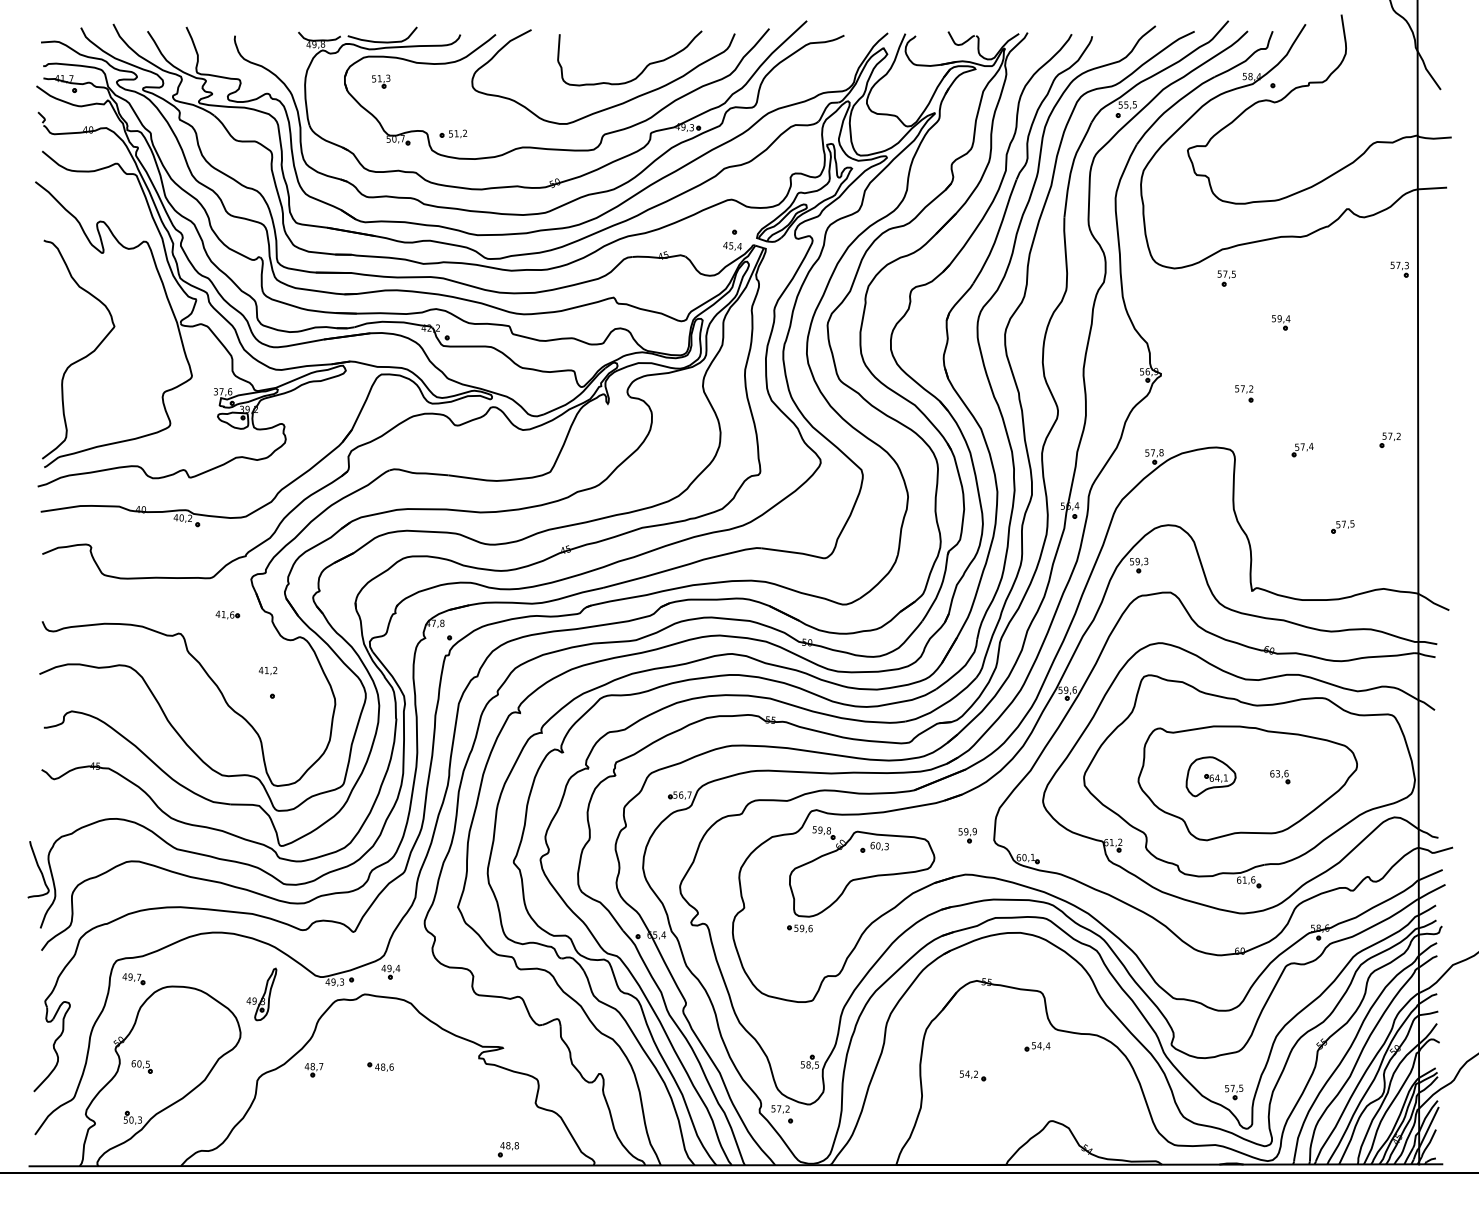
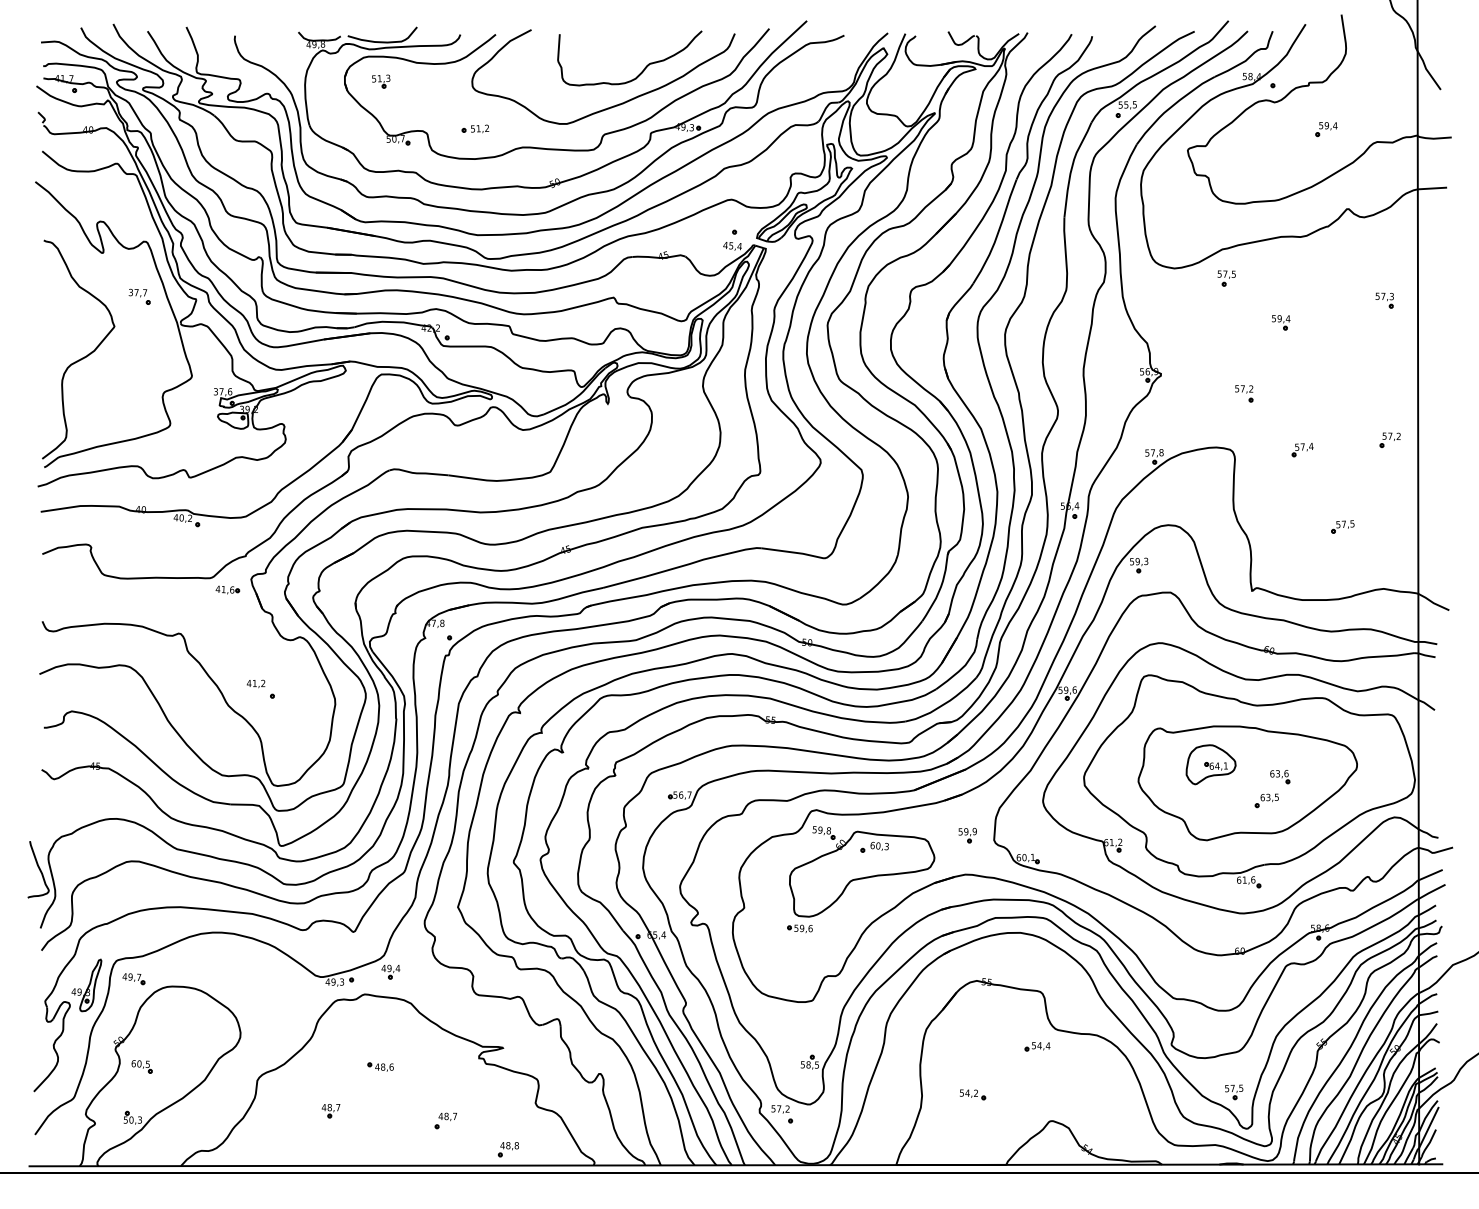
part at (1326, 129): none -> present
part at (453, 133) position: (453, 133) -> (475, 128)
part at (1399, 269) position: (1399, 269) -> (1384, 300)
part at (139, 296): none -> present
part at (227, 614) position: (227, 614) -> (227, 589)
text at (267, 670) position: (267, 670) -> (255, 683)
part at (1210, 776) position: (1210, 776) -> (1210, 764)
part at (1266, 800): none -> present
part at (261, 994) position: (261, 994) -> (86, 985)
part at (313, 1070) position: (313, 1070) -> (330, 1111)
part at (973, 1075) position: (973, 1075) -> (973, 1094)
part at (445, 1120): none -> present
